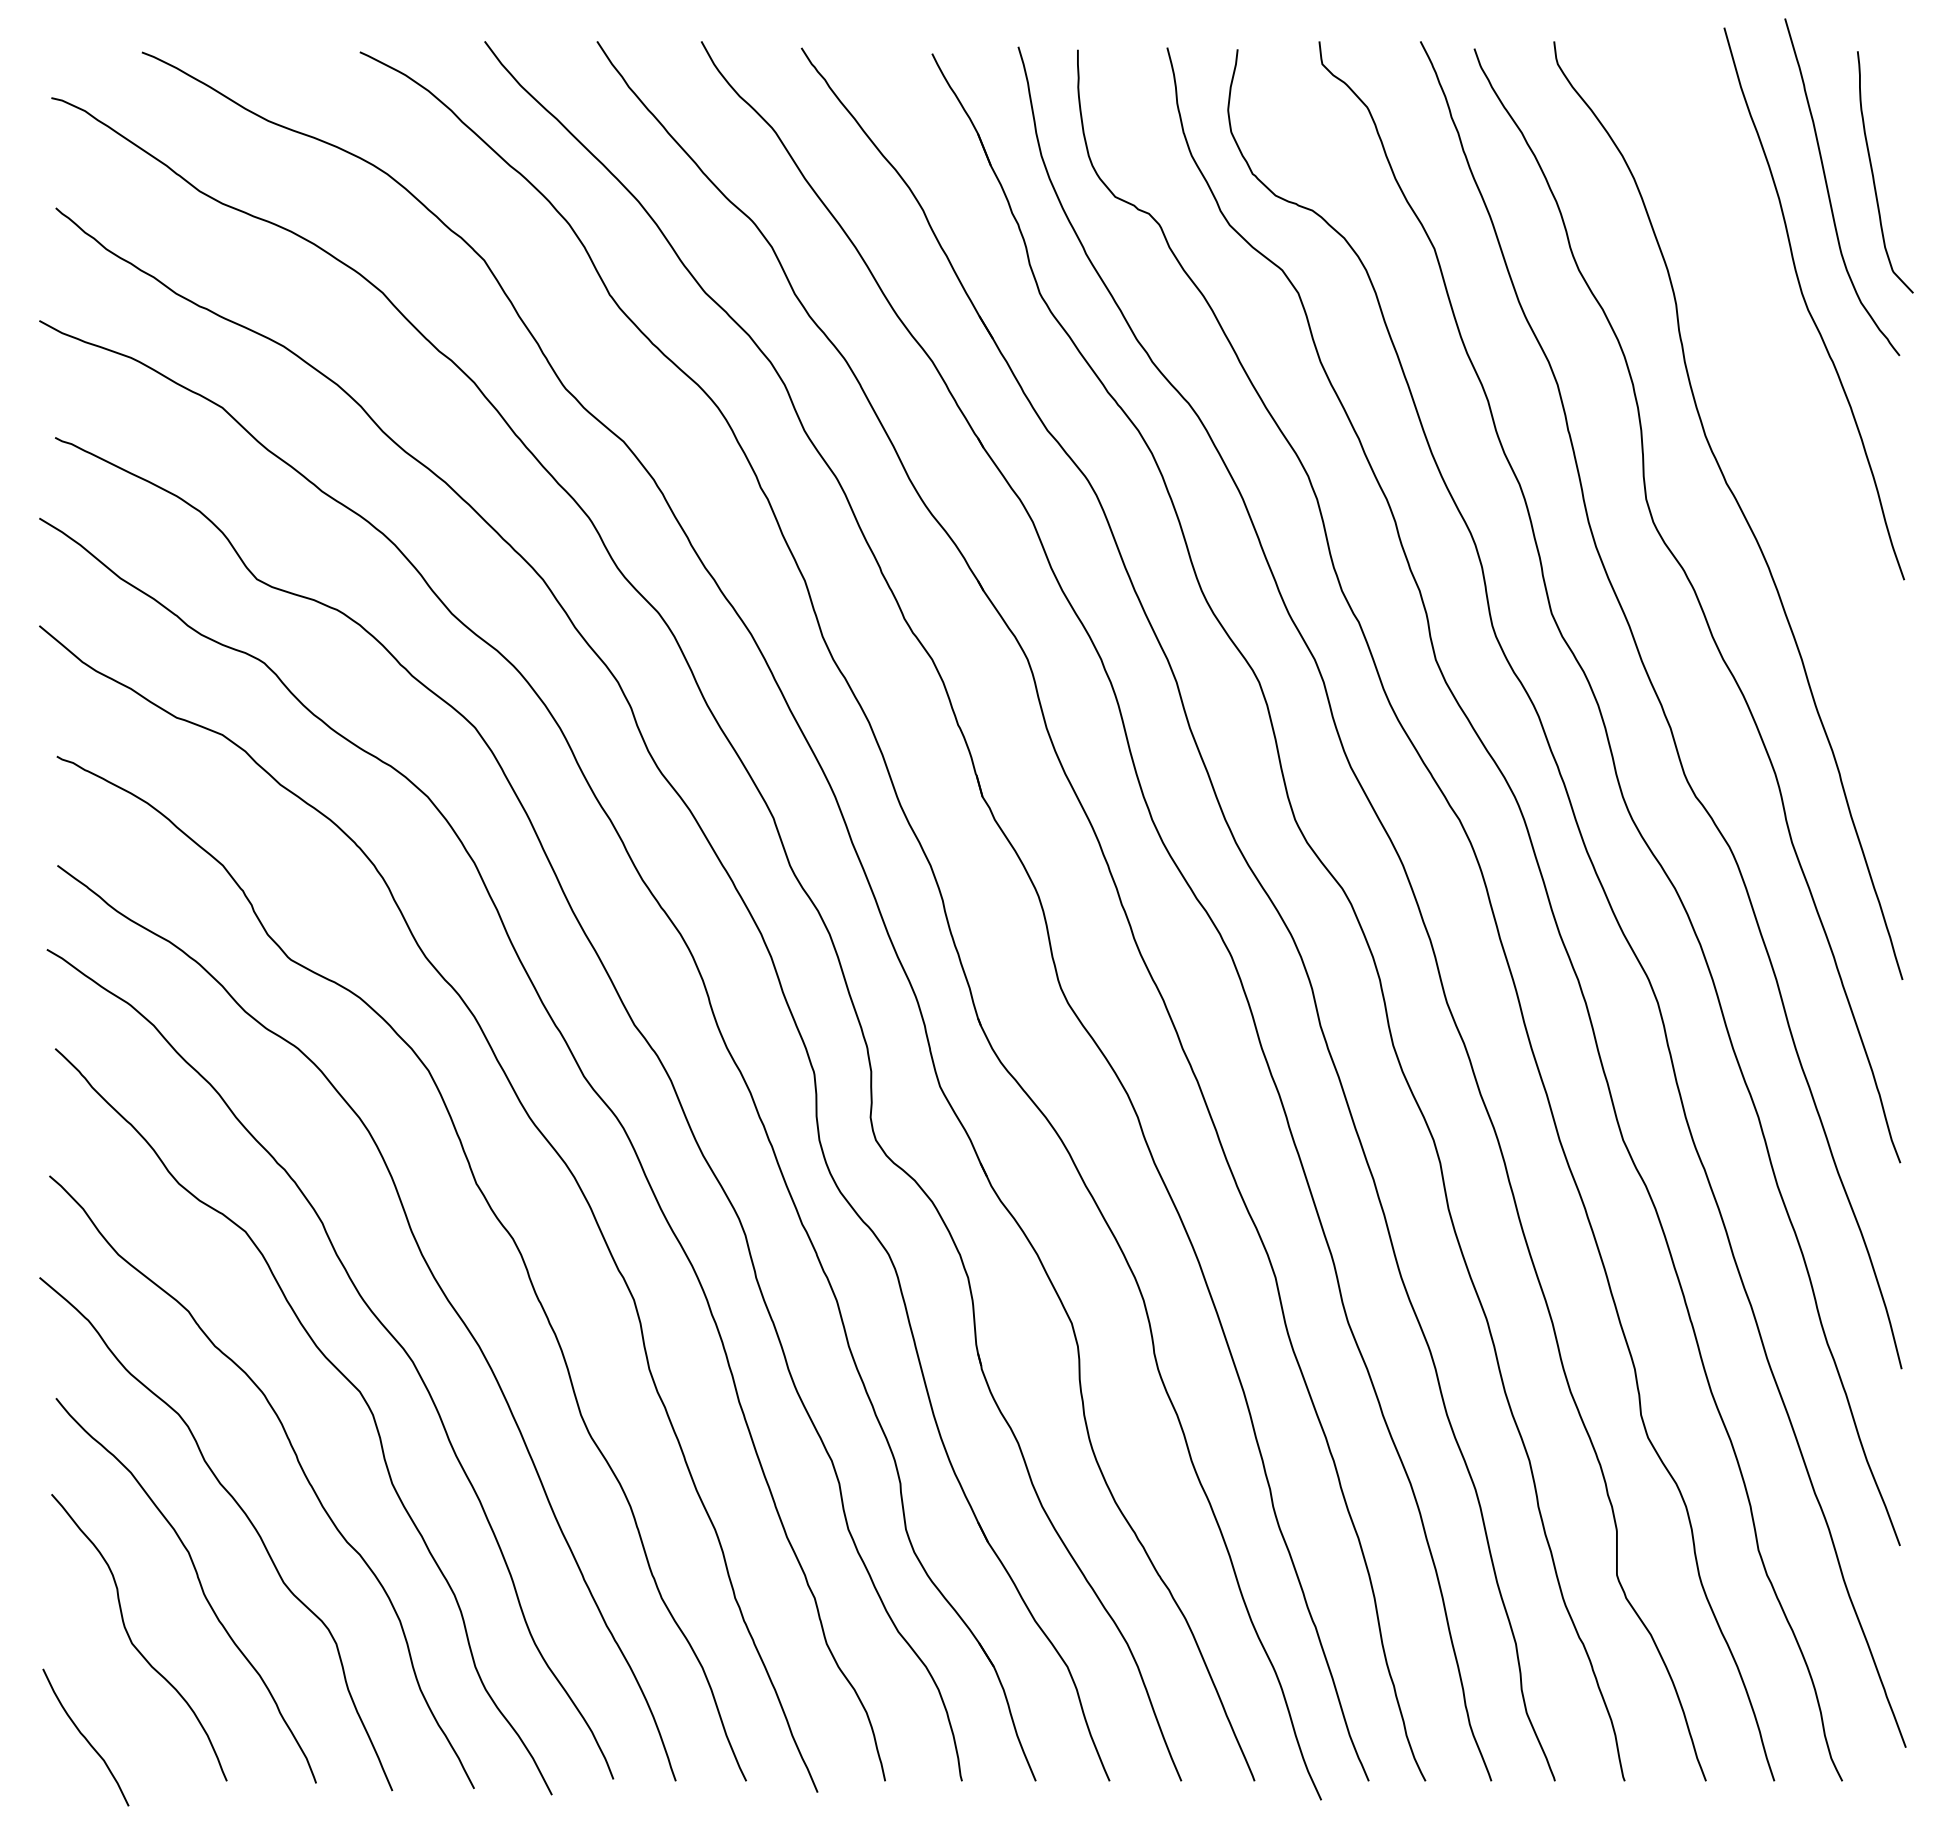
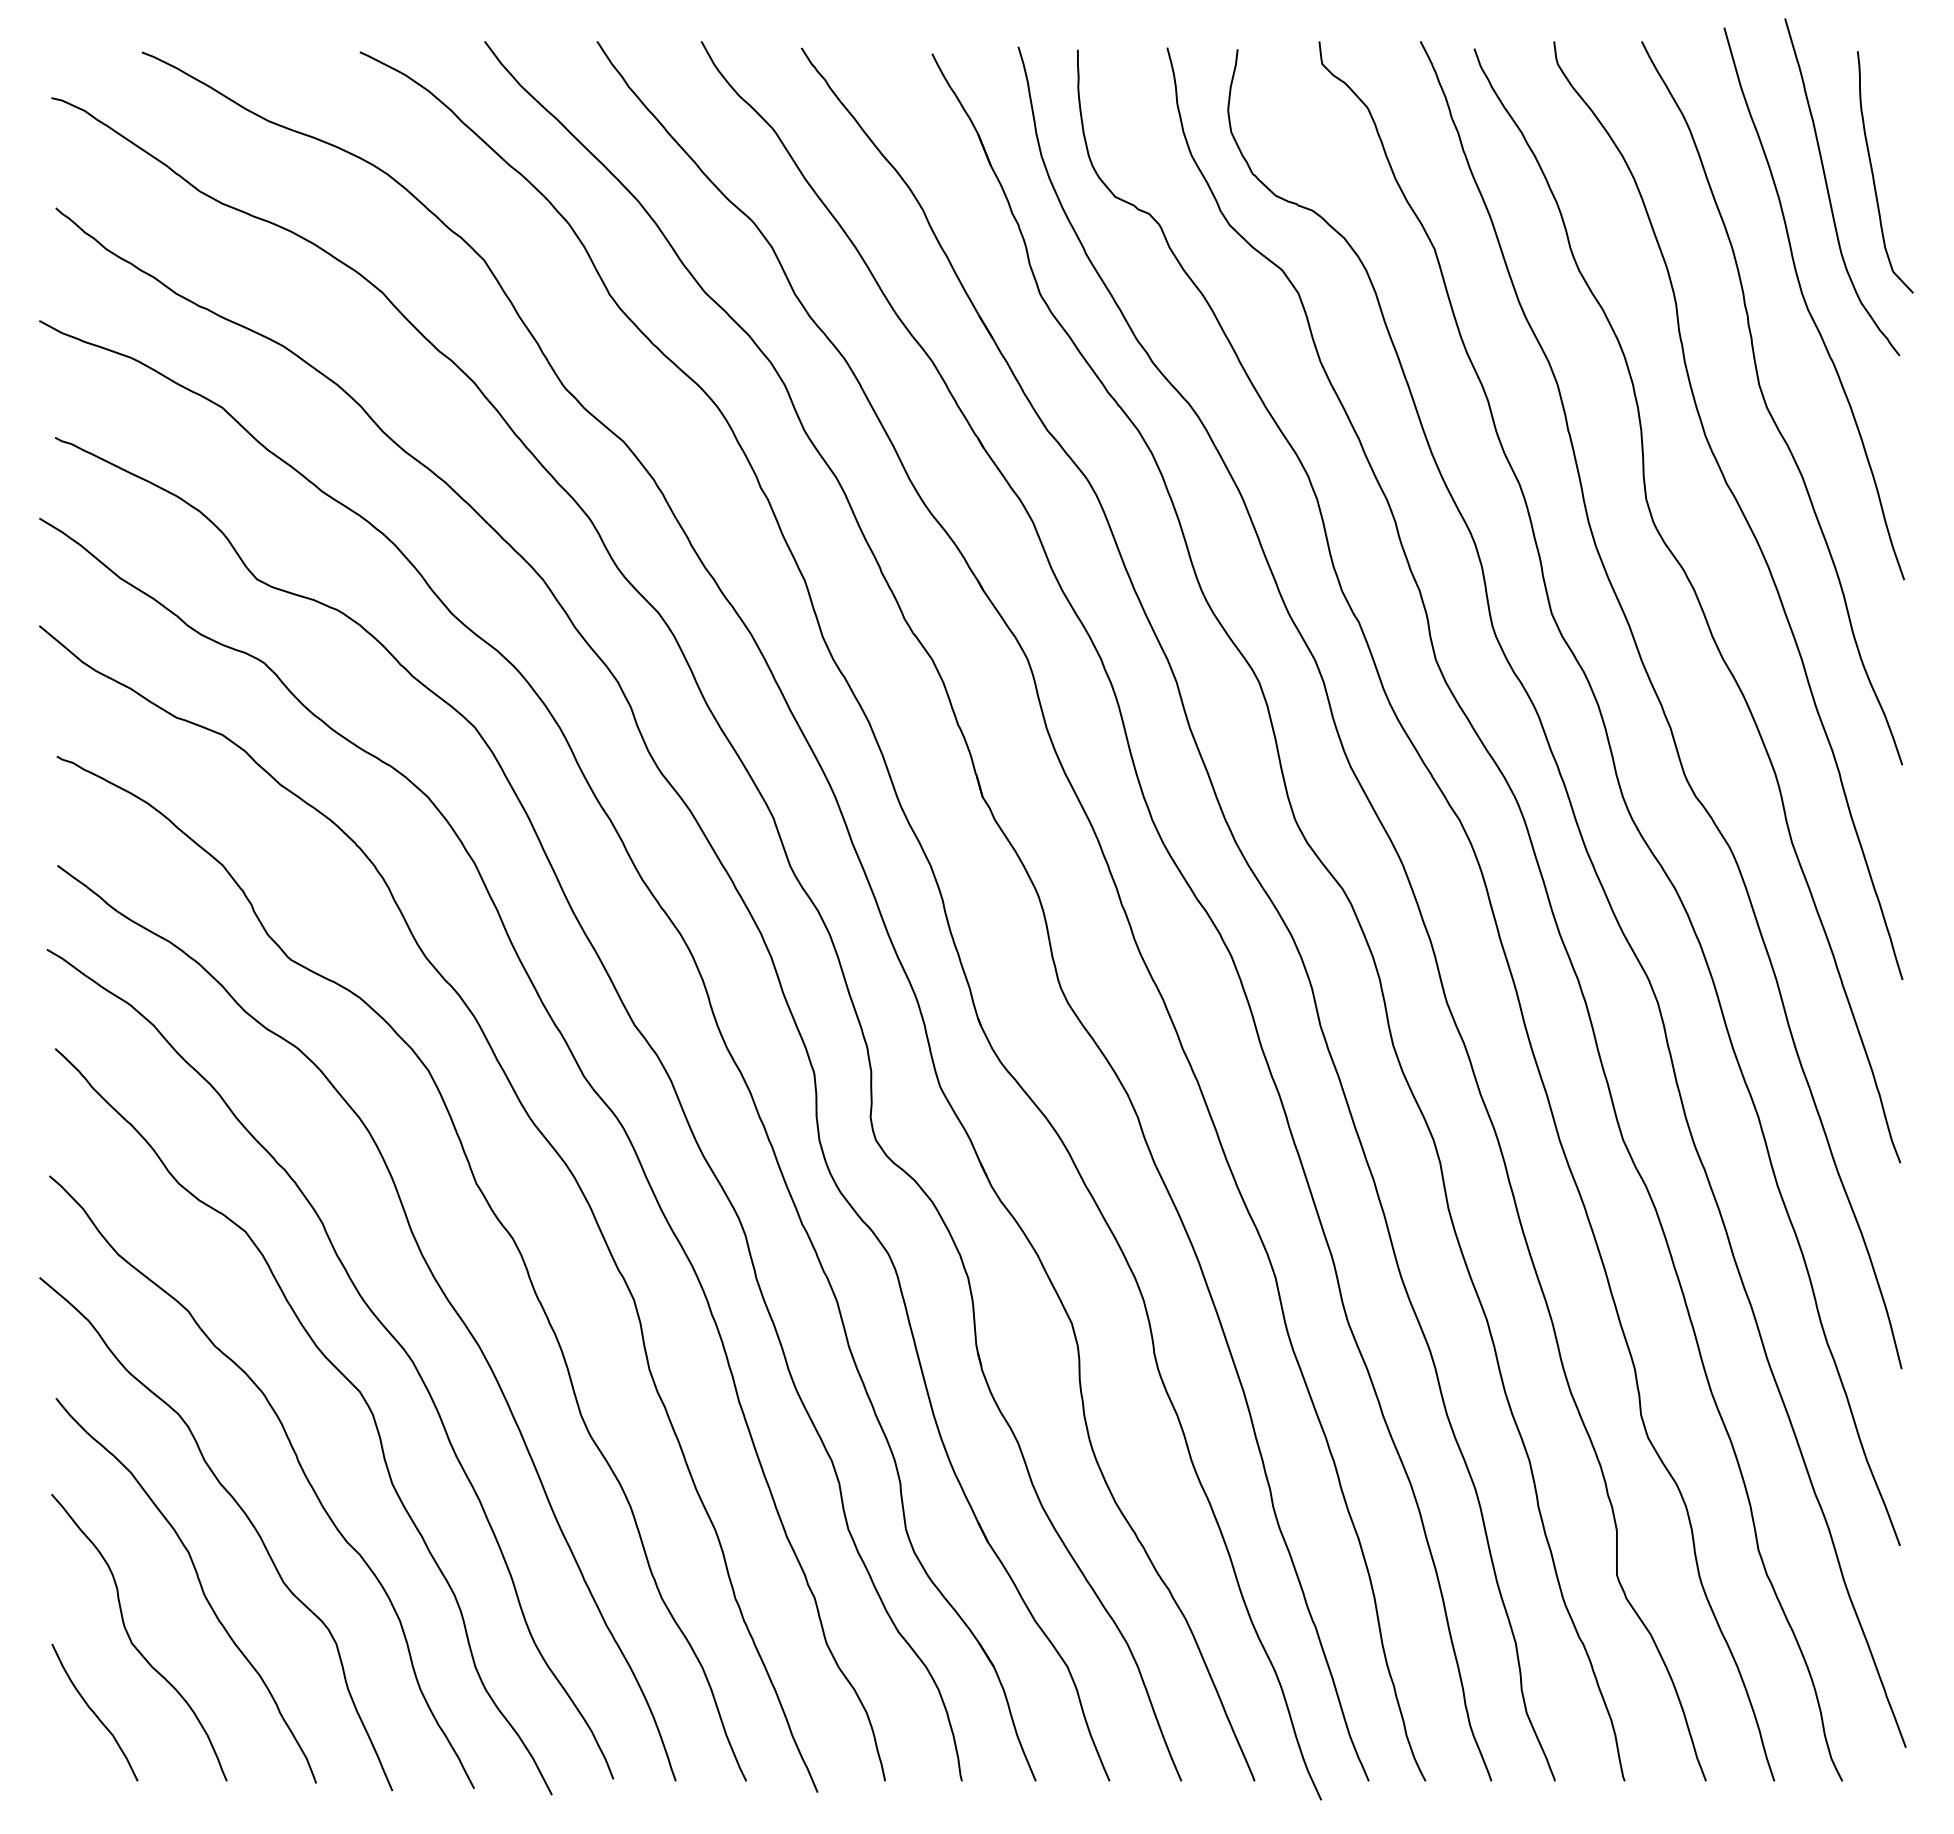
curve at (1767, 405): none -> present
curve at (85, 1737) position: (85, 1737) -> (94, 1712)
